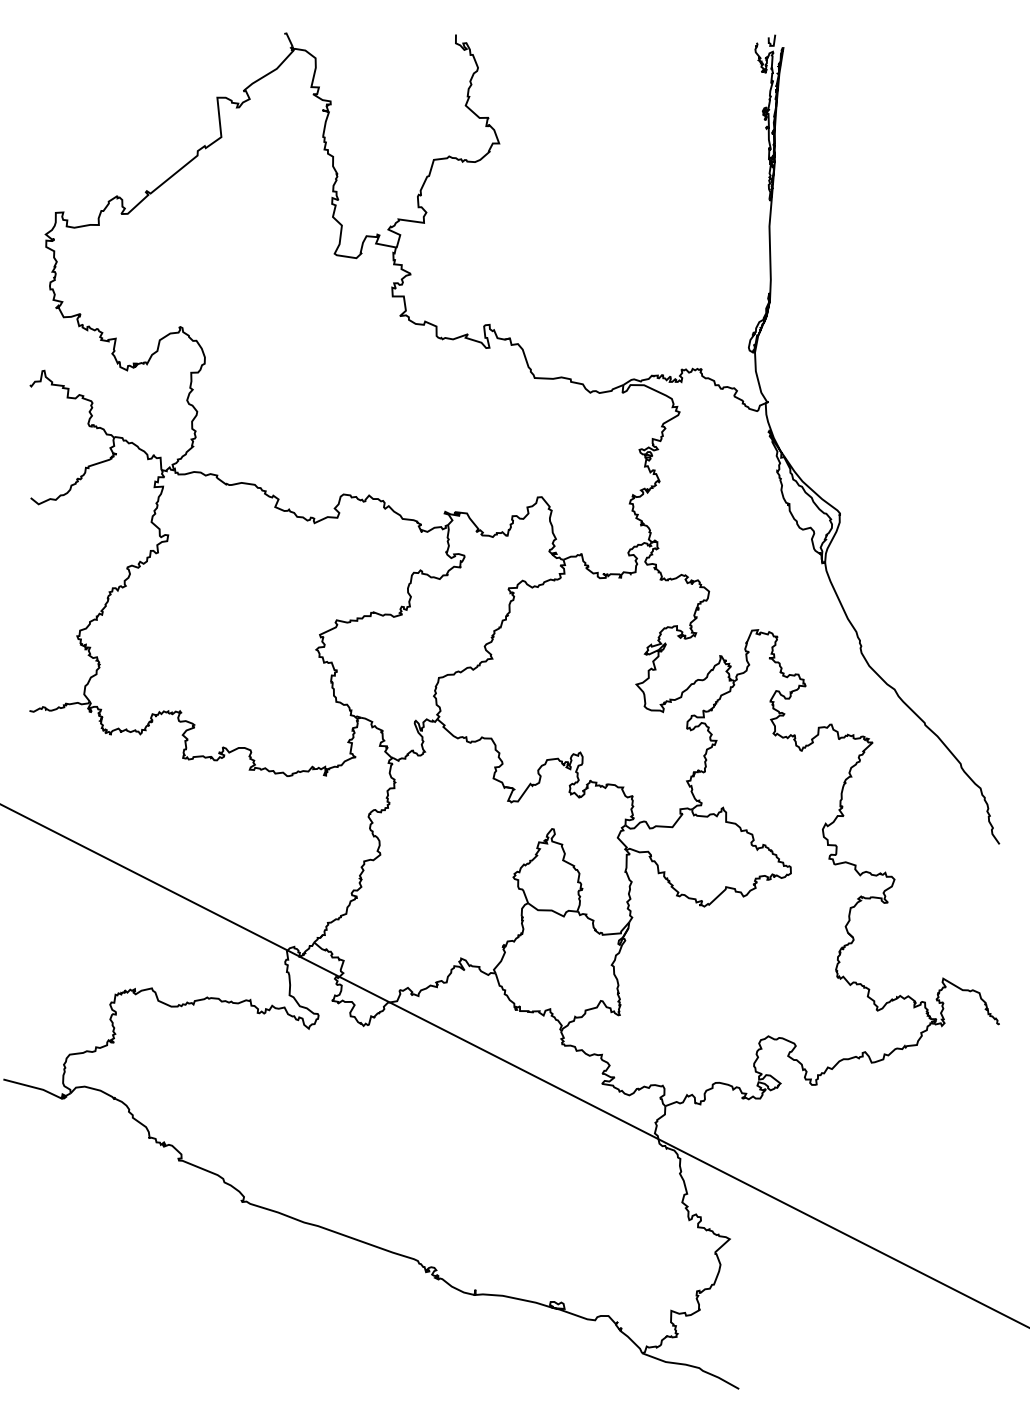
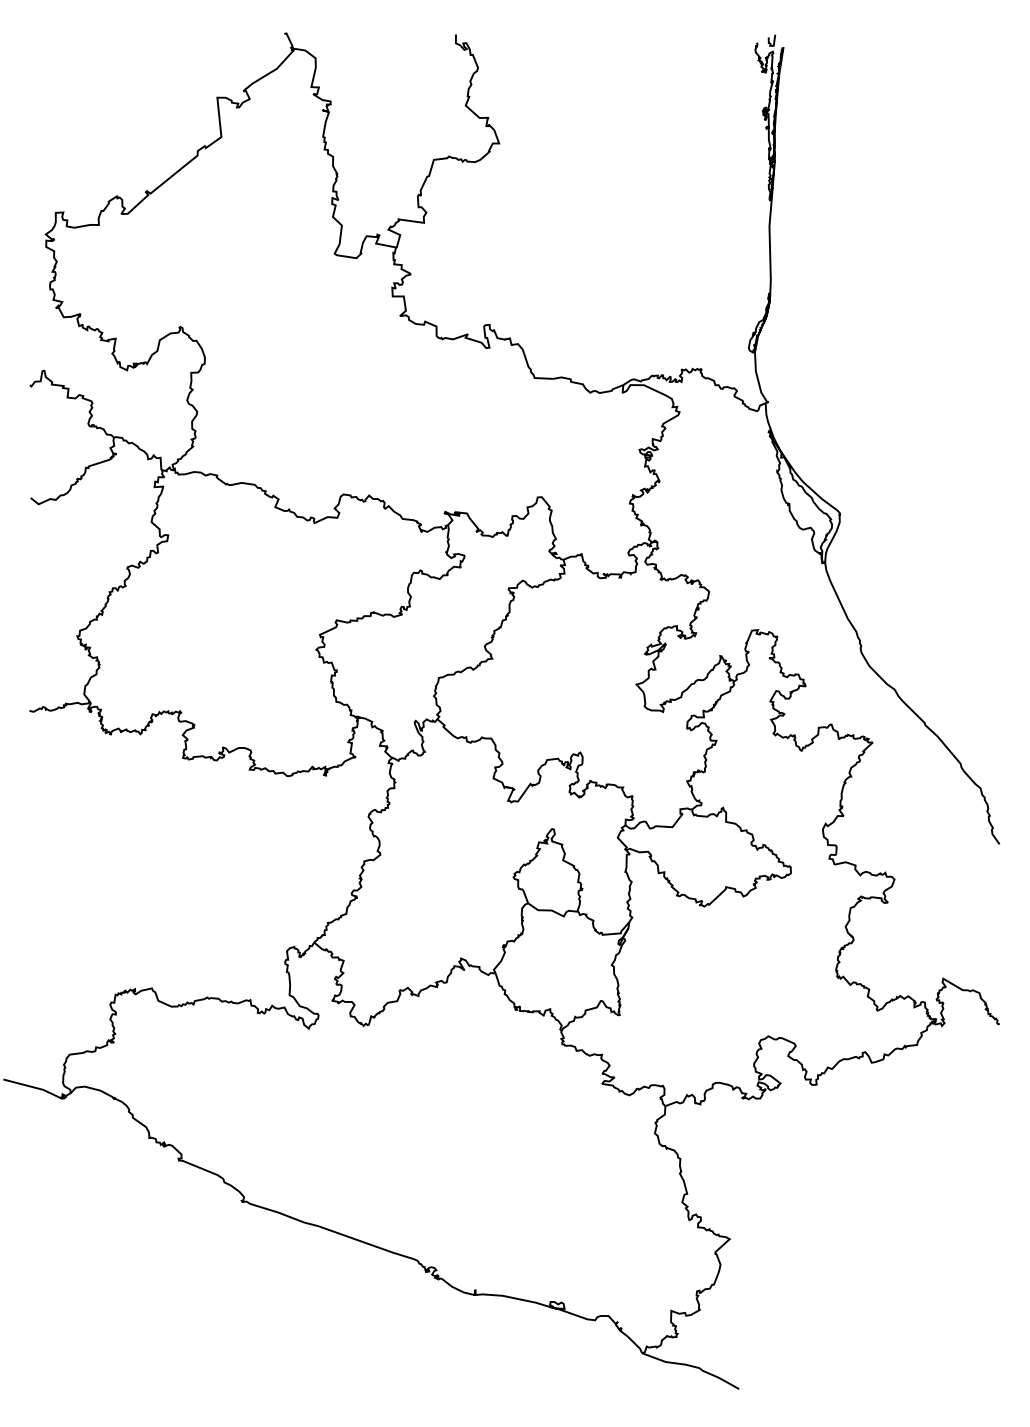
line at (514, 1065): present -> none
